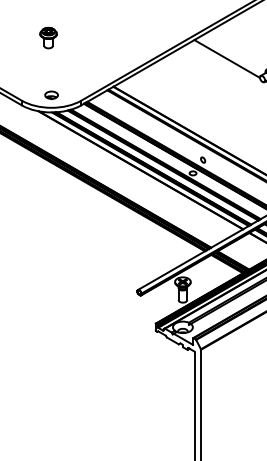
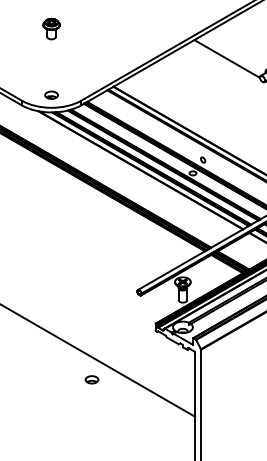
part at (48, 37) position: (48, 37) -> (51, 28)
line at (98, 360): none -> present
part at (91, 379): none -> present
